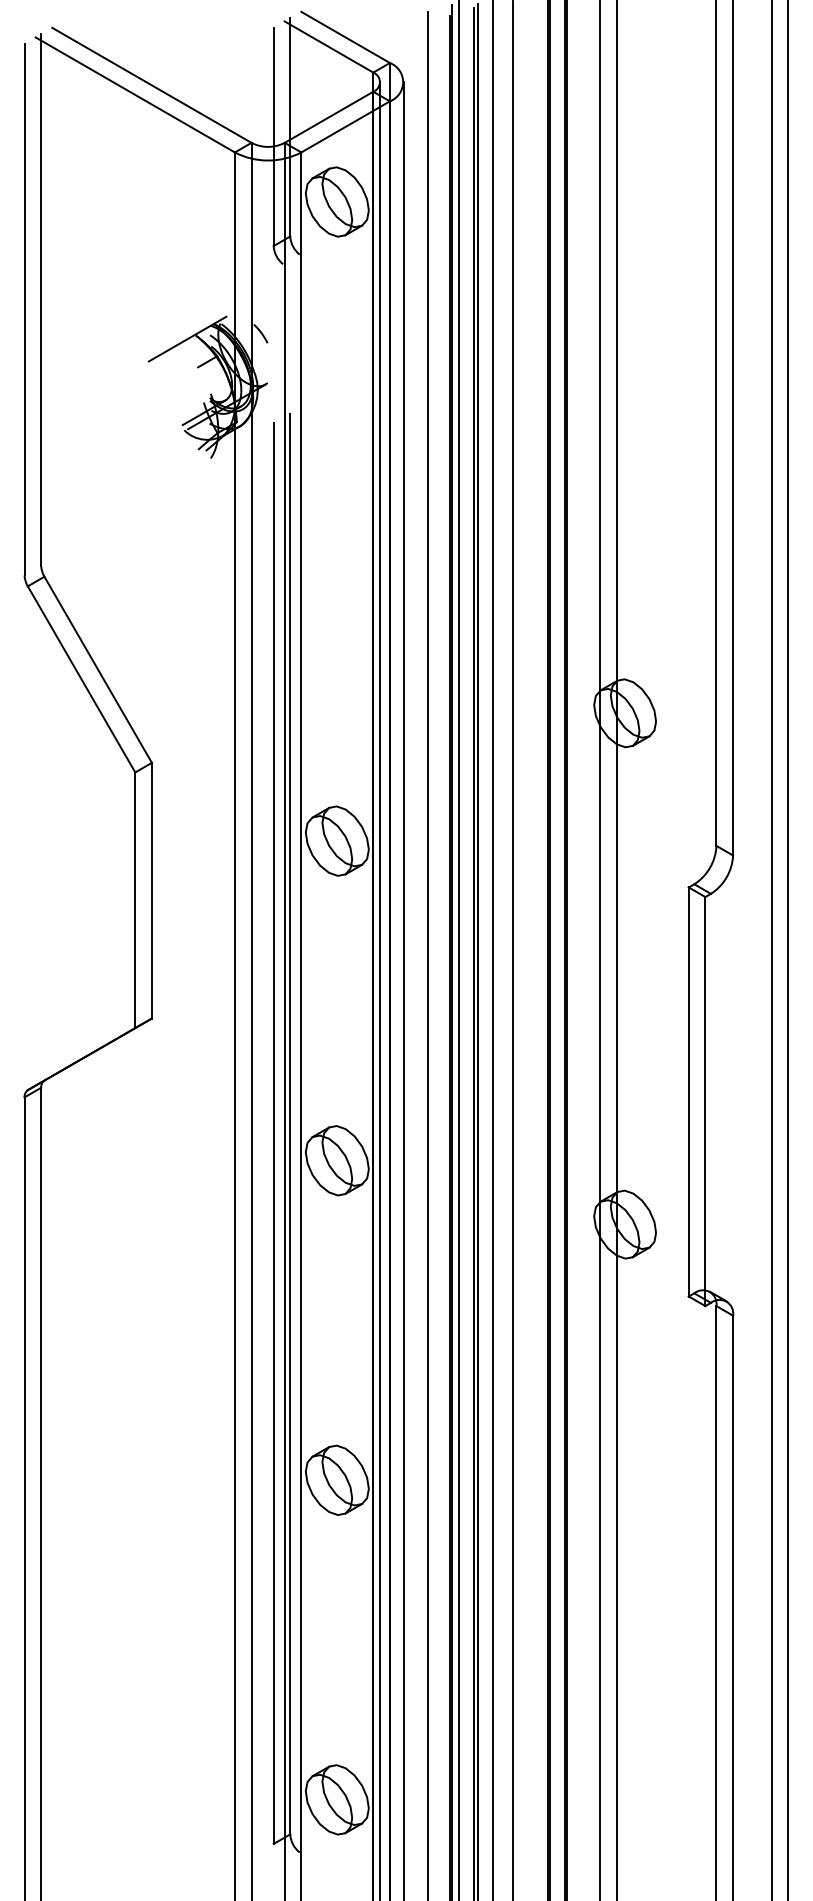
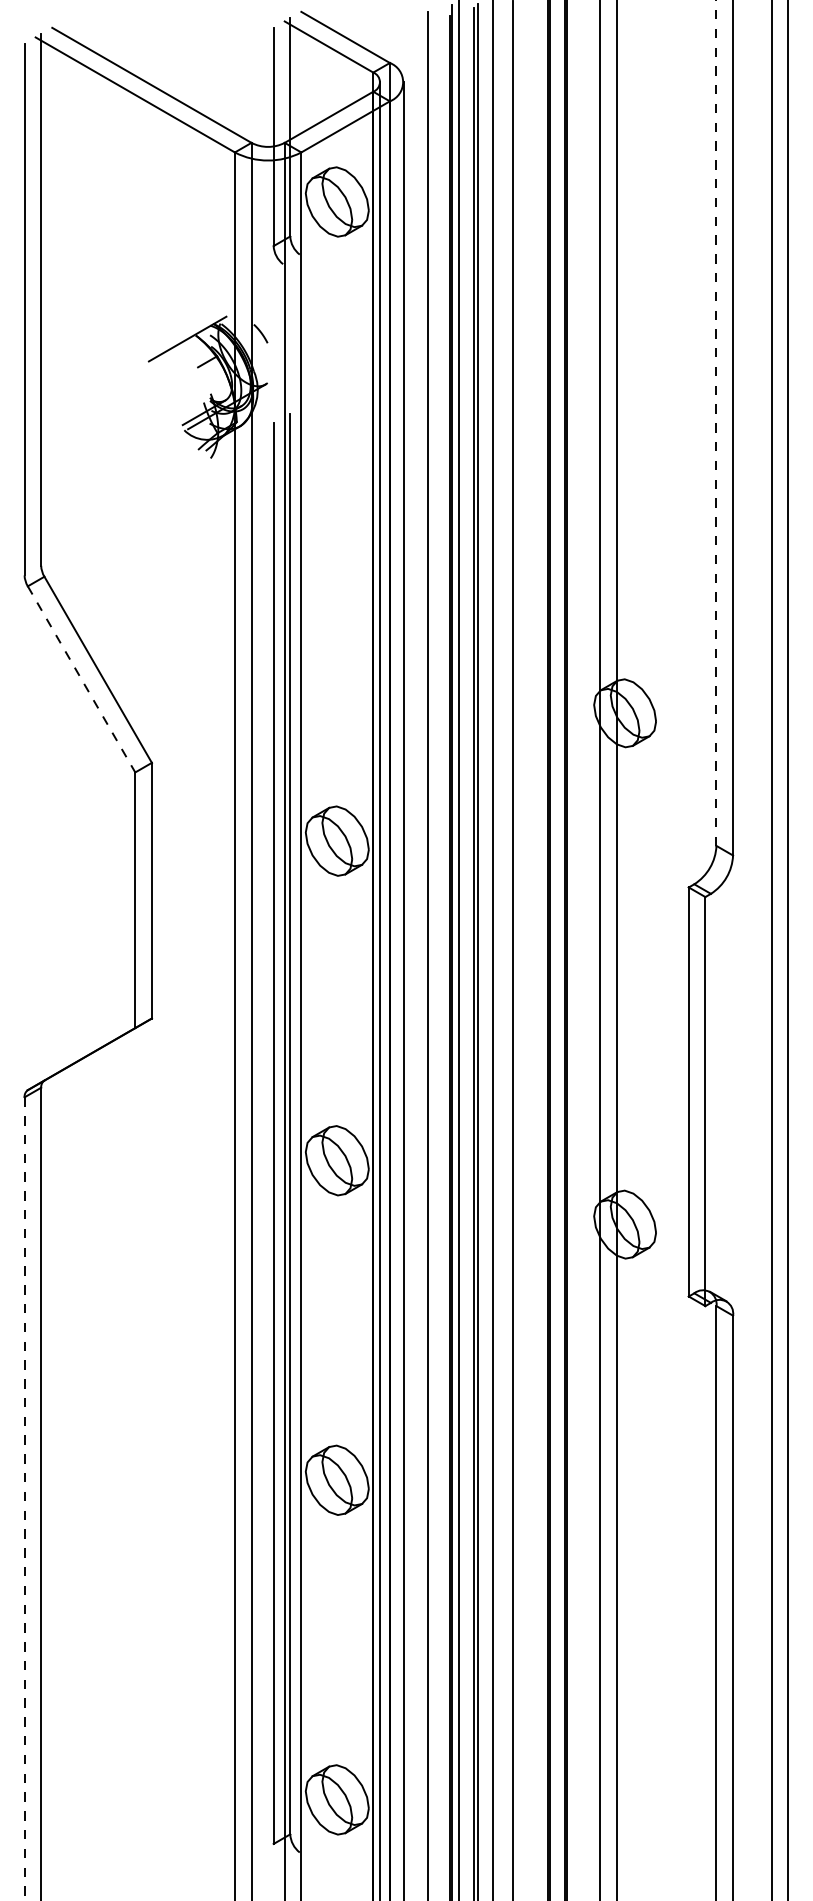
line at (716, 423): solid -> dashed
line at (81, 679): solid -> dashed
line at (24, 1499): solid -> dashed
